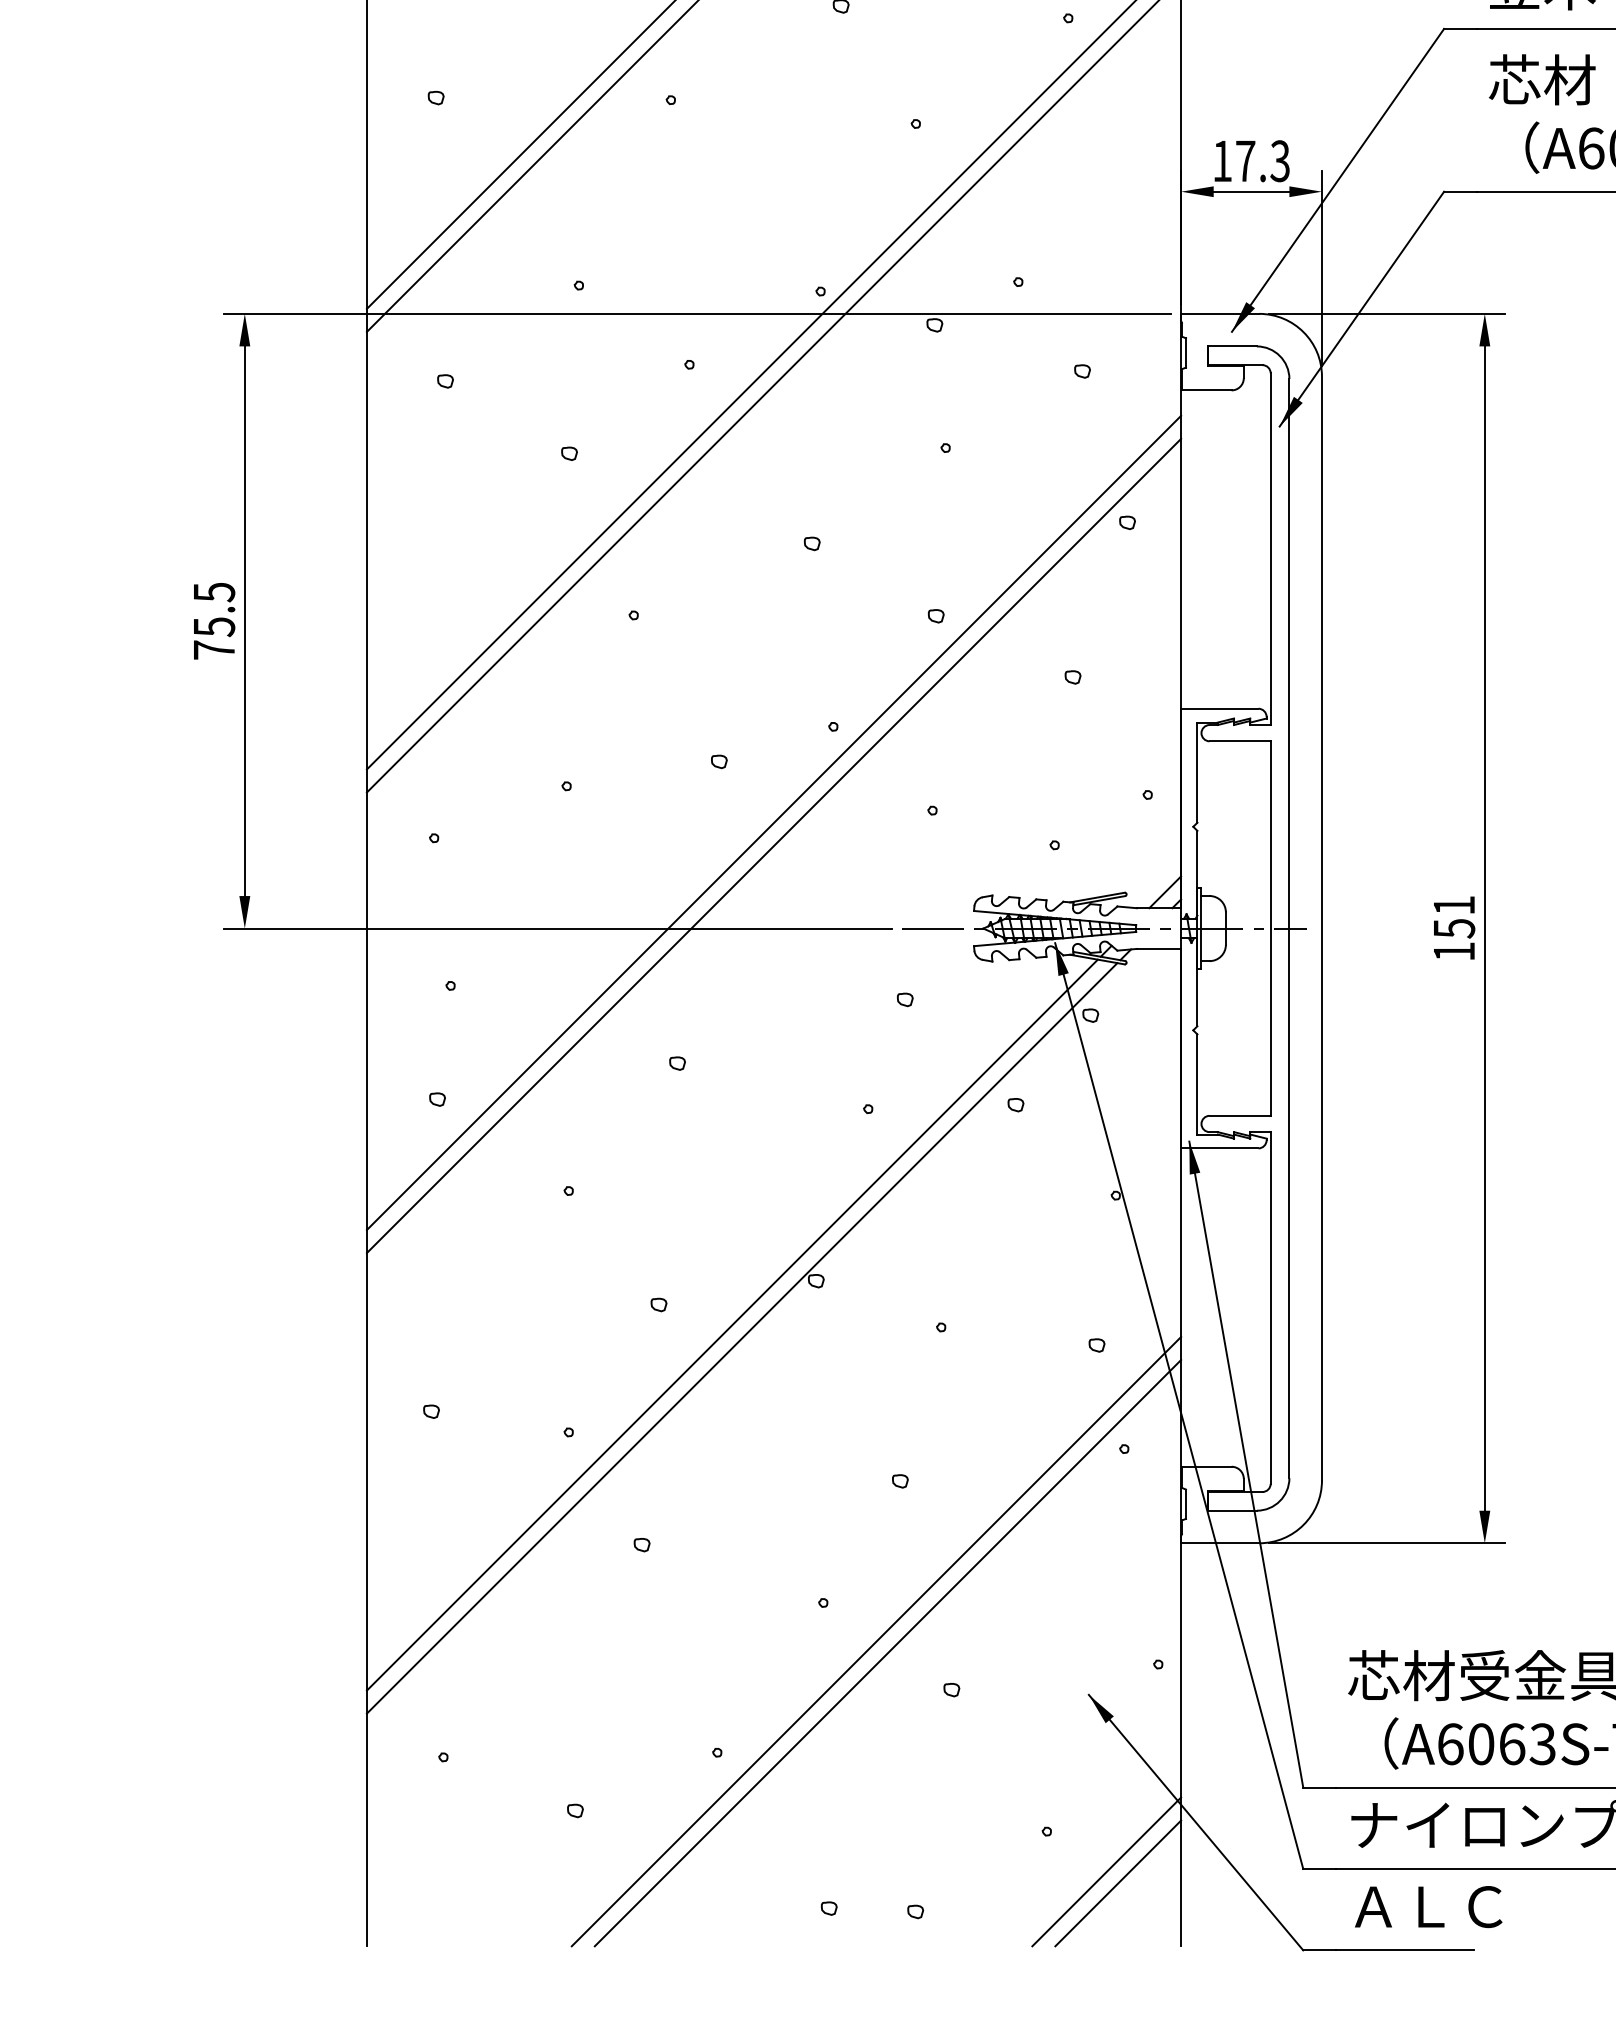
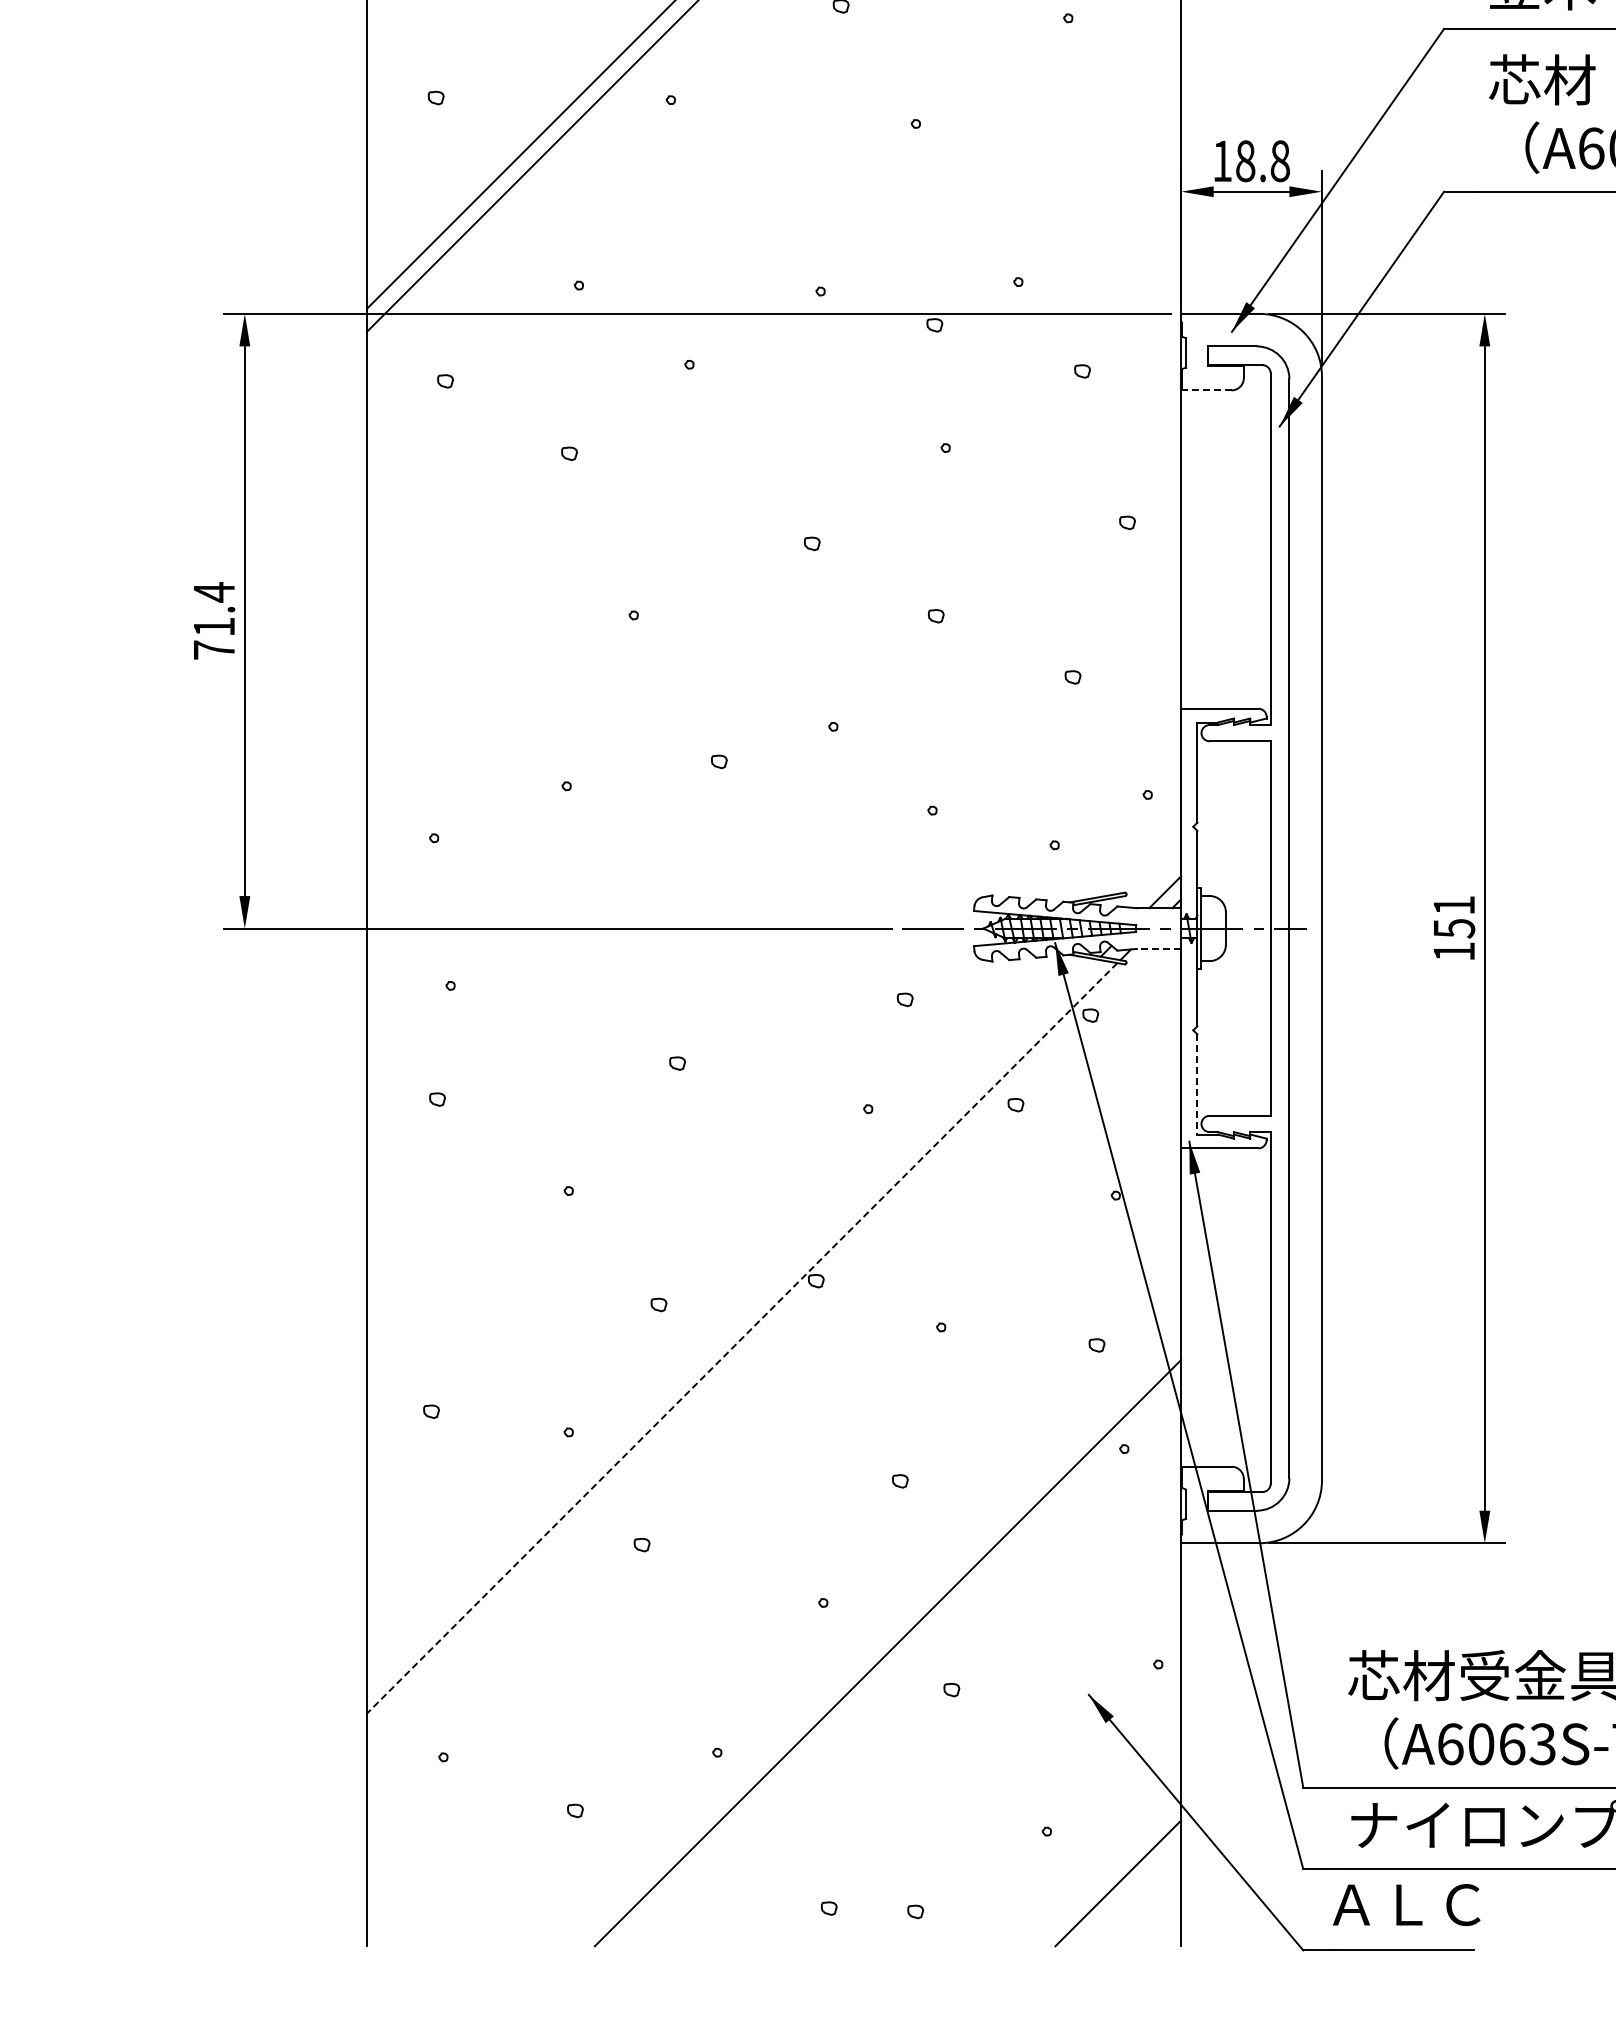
text at (1262, 161): 17.3 -> 18.8
line at (749, 385): present -> none
line at (1206, 390): solid -> dashed
line at (761, 397): present -> none
text at (214, 609): 75.5 -> 71.4
line at (773, 822): present -> none
line at (773, 845): present -> none
line at (1158, 948): solid -> dashed
line at (1197, 1084): solid -> dashed
line at (731, 1324): present -> none
line at (742, 1338): solid -> dashed
line at (876, 1641): present -> none
line at (1106, 1871): present -> none
text at (1428, 1907) position: (1428, 1907) -> (1406, 1905)
